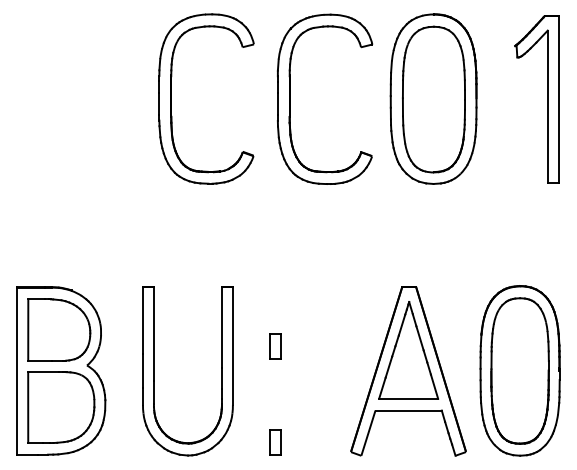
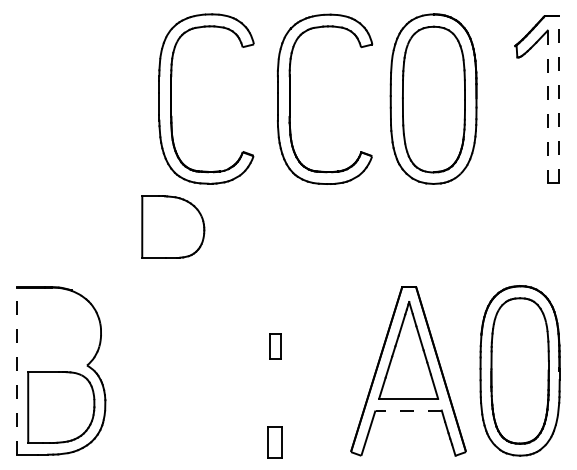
line at (559, 99): solid -> dashed
line at (547, 107): solid -> dashed
part at (59, 329) position: (59, 329) -> (173, 226)
line at (17, 370): solid -> dashed
part at (154, 371): present -> none
line at (408, 410): solid -> dashed
part at (275, 442) size: 13x27 px -> 16x33 px
